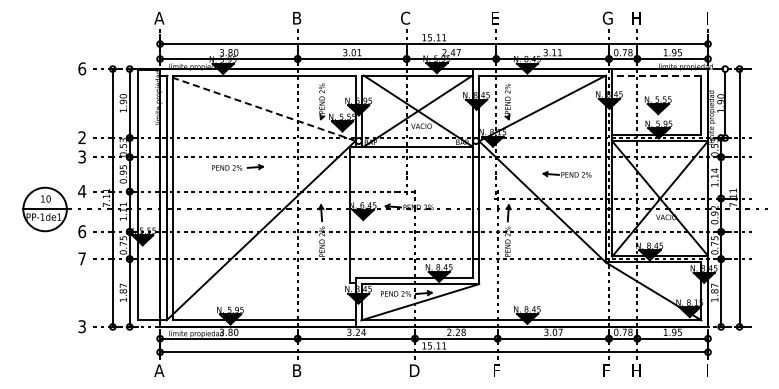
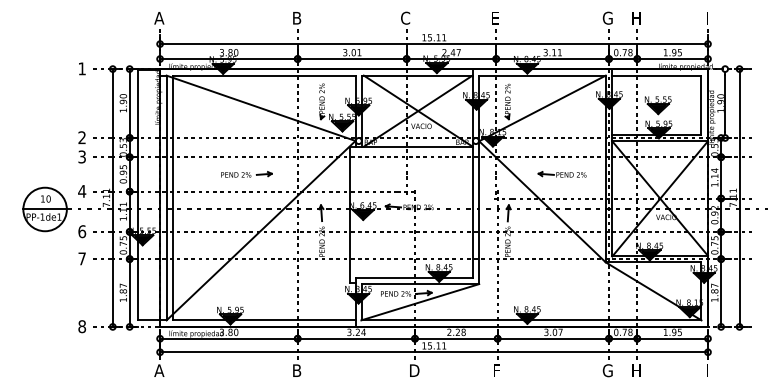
text at (82, 68): 6 -> 1
line at (656, 75): dashed -> solid
line at (261, 108): dashed -> solid
part at (237, 167) position: (237, 167) -> (246, 174)
part at (566, 174) position: (566, 174) -> (561, 174)
text at (82, 326): 3 -> 8
text at (607, 370): F -> G
